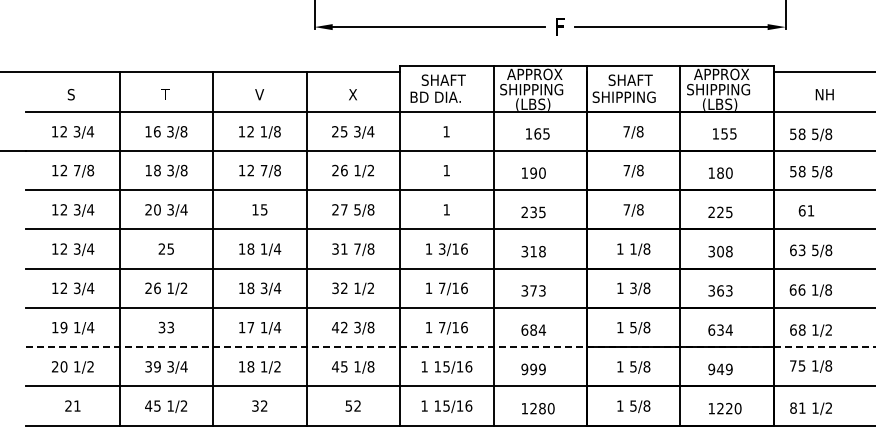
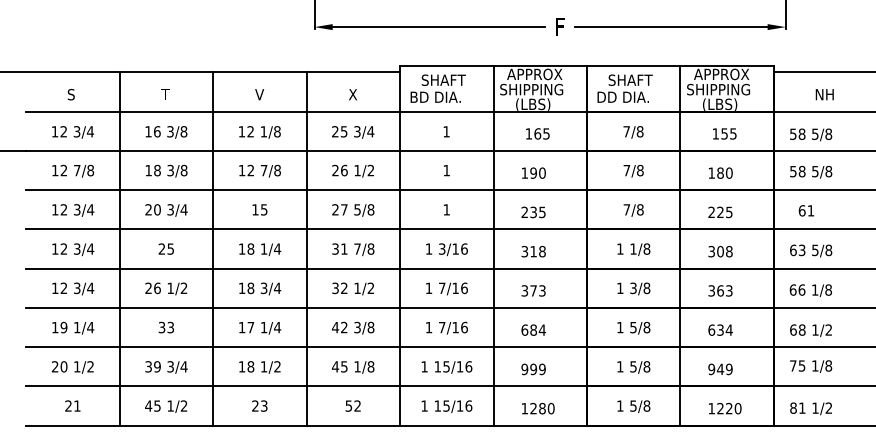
text at (623, 96): SHIPPING -> DD DIA.
line at (451, 347): dashed -> solid
text at (259, 406): 32 -> 23
